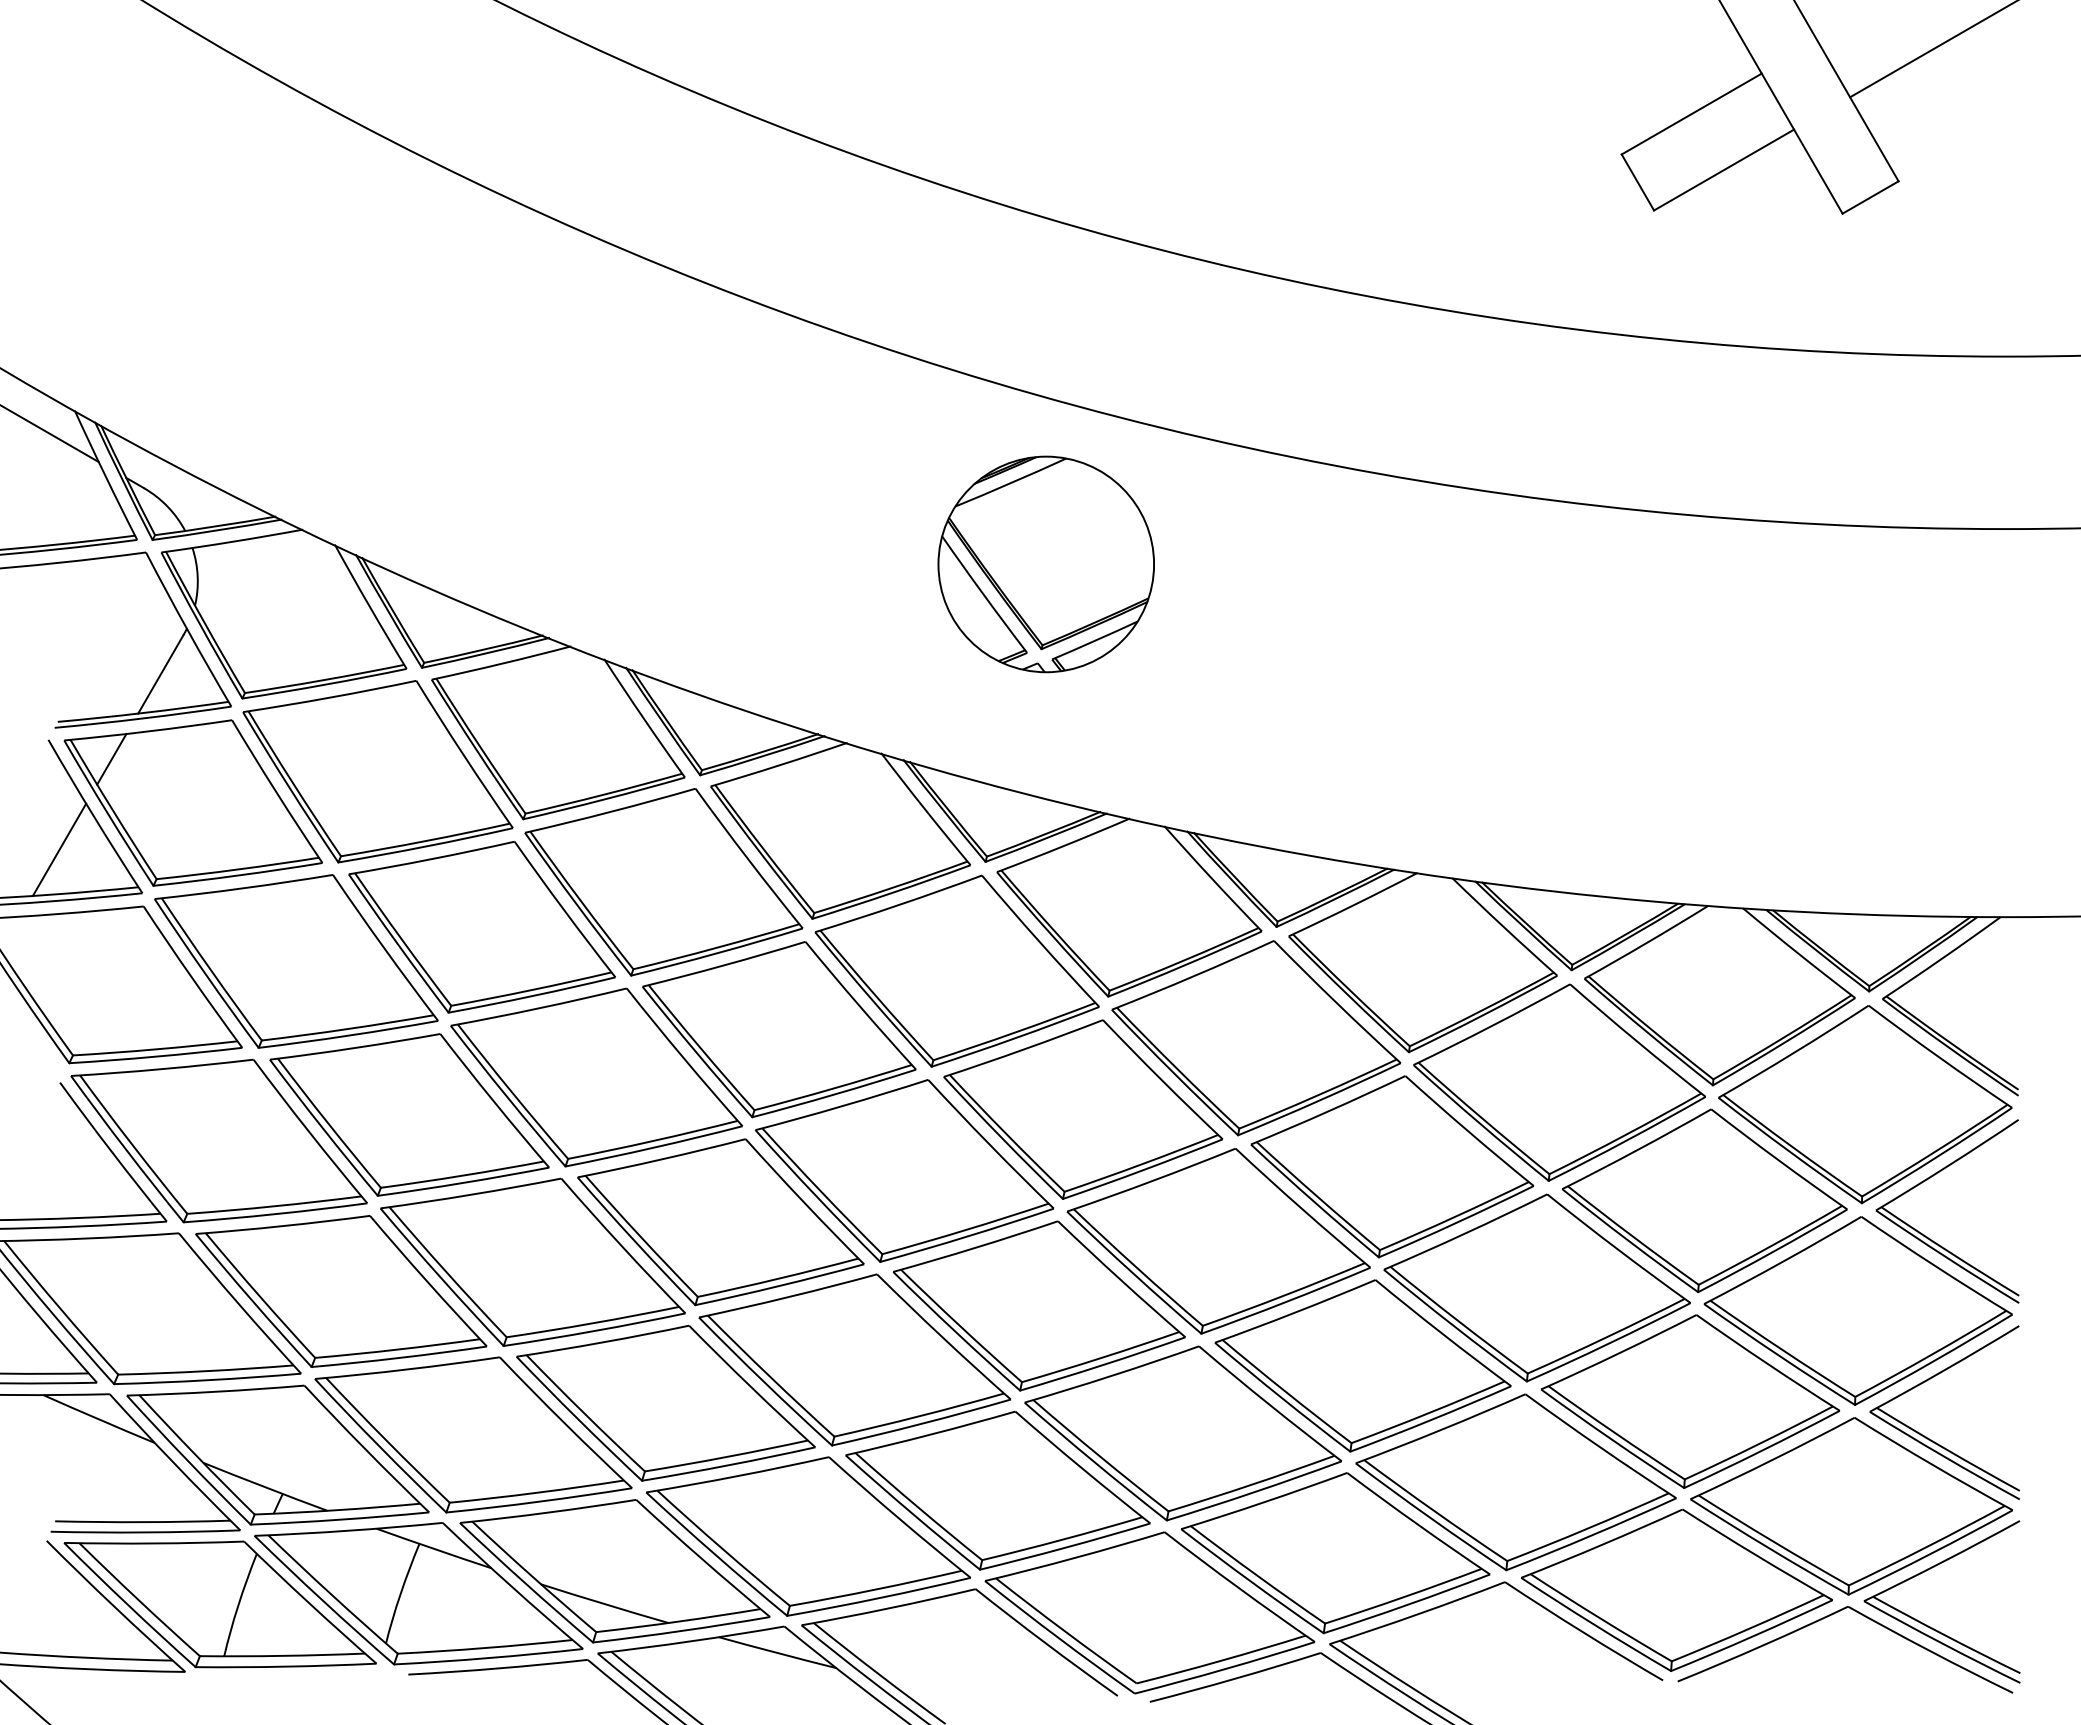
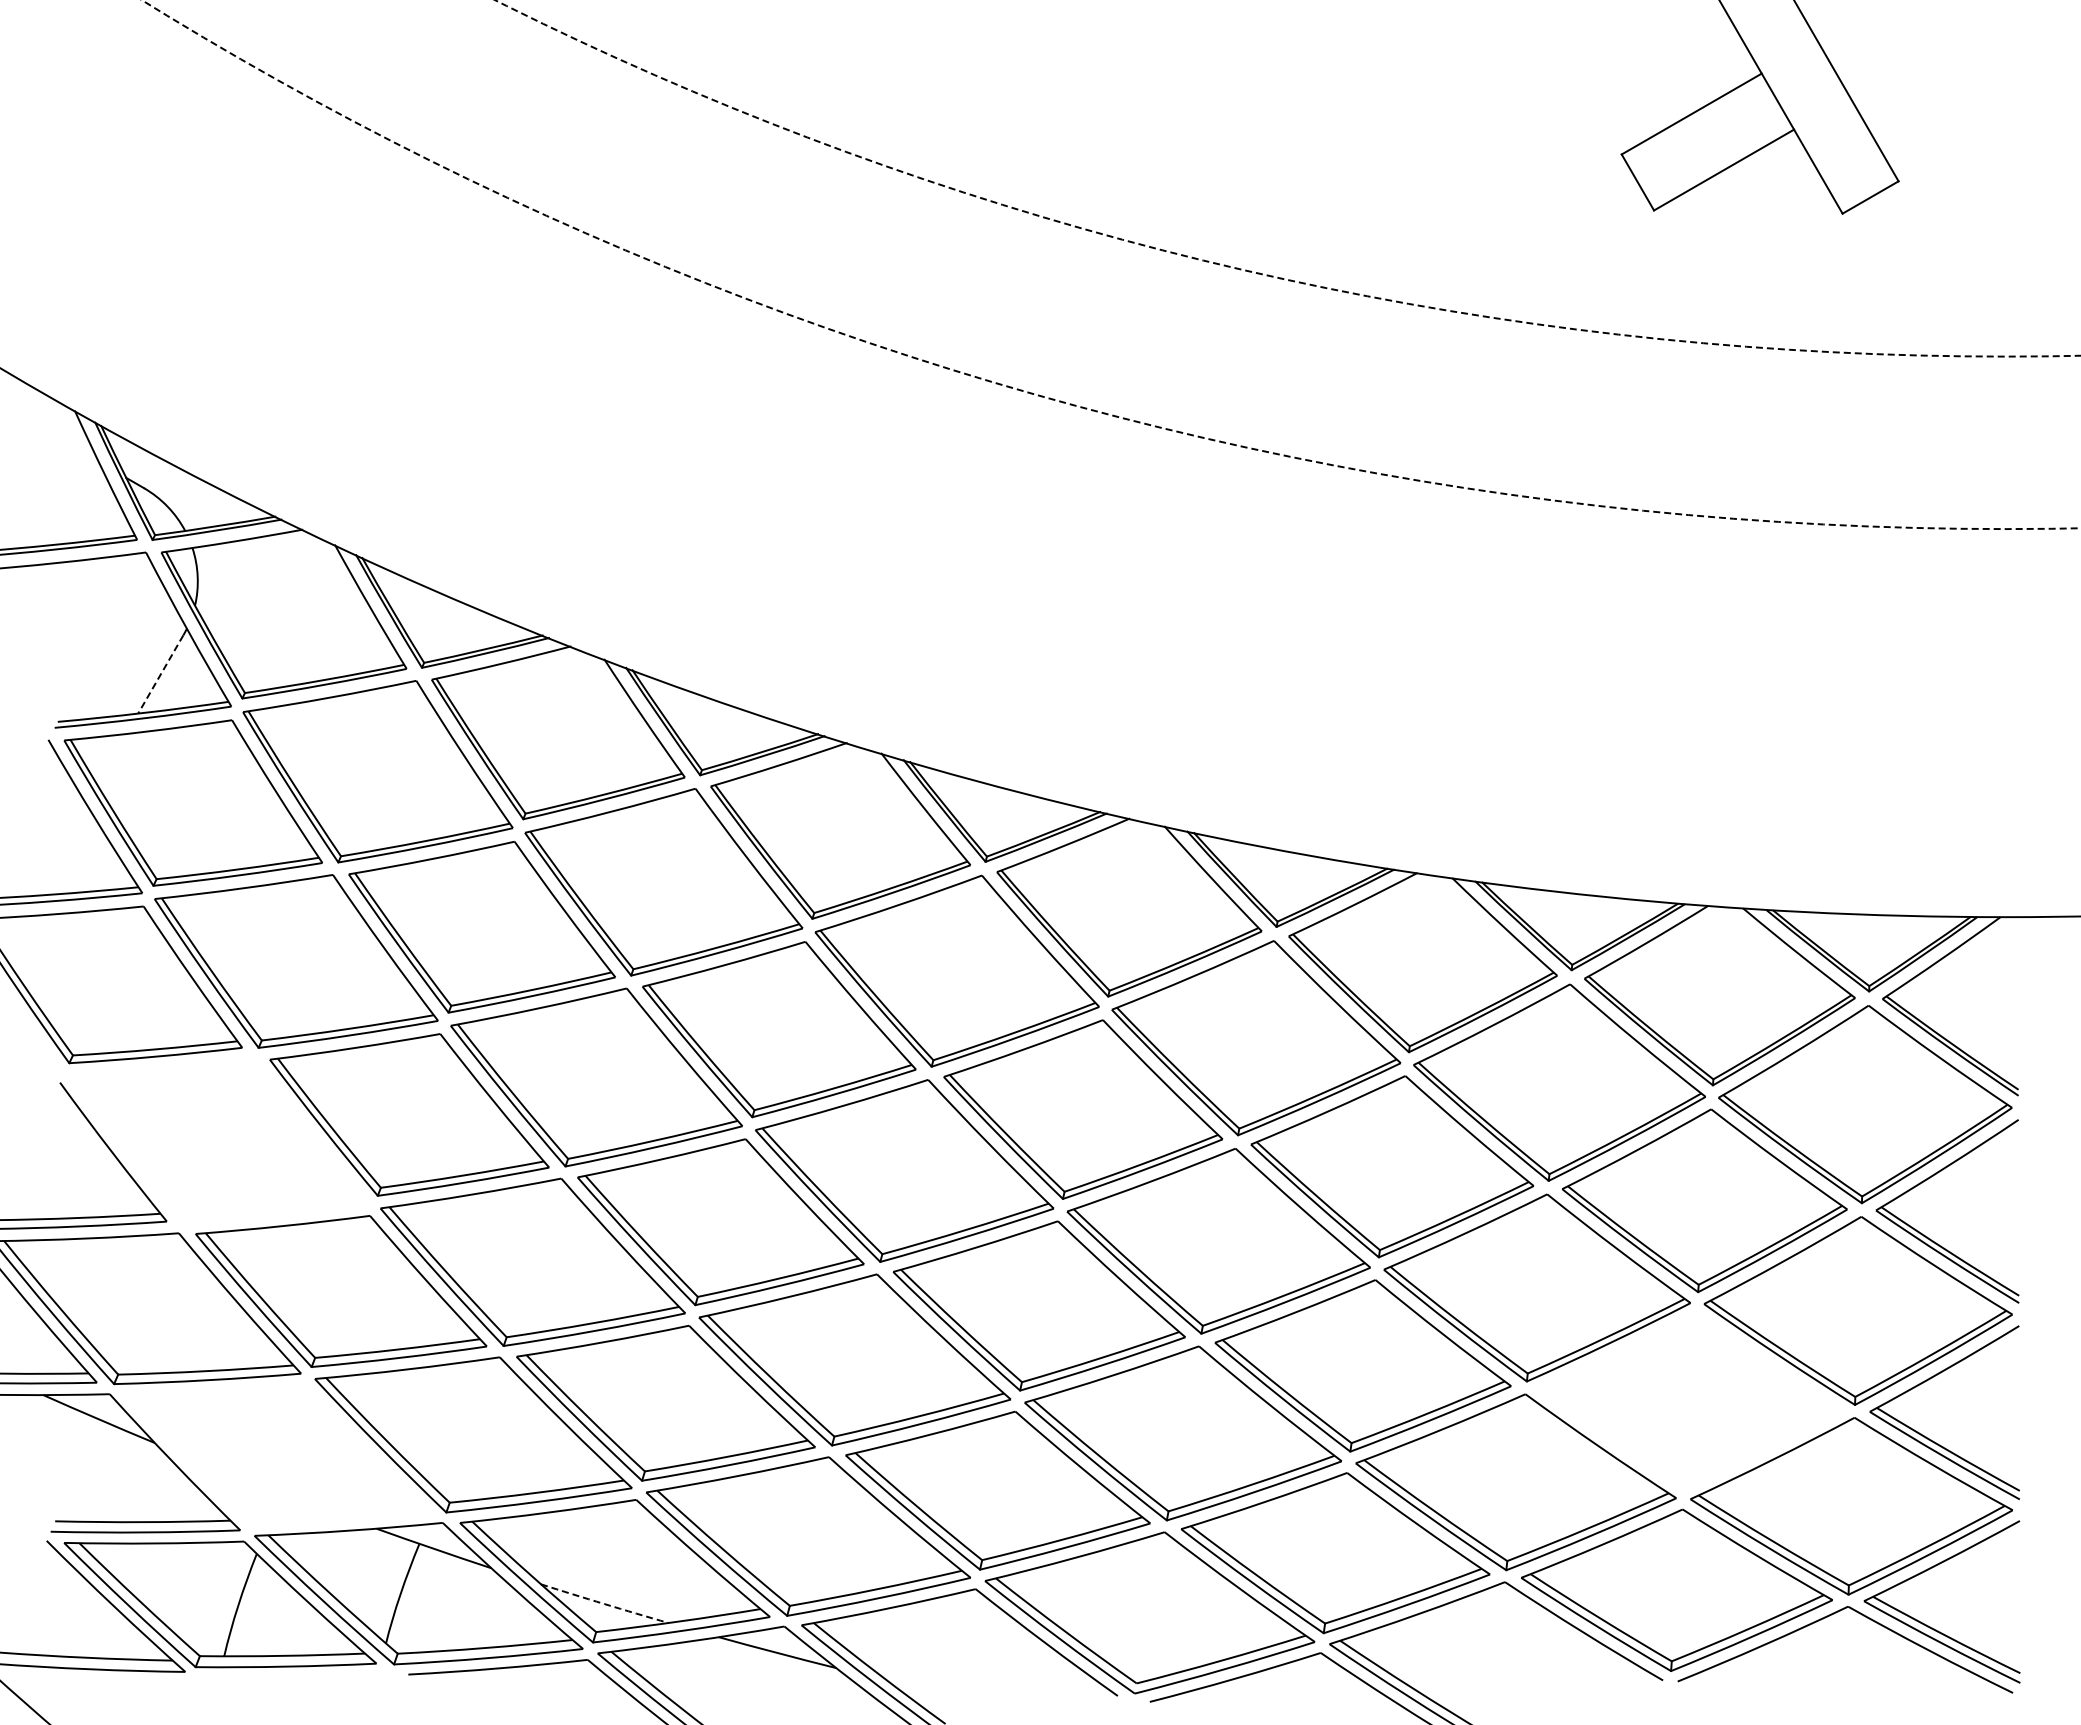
line at (1932, 49): present -> none
circle at (1287, 178): solid -> dashed
circle at (1110, 264): solid -> dashed
line at (50, 434): present -> none
part at (1045, 564): present -> none
line at (160, 674): solid -> dashed
line at (111, 759): present -> none
line at (59, 849): present -> none
part at (218, 1140): present -> none
part at (1689, 1401): present -> none
part at (277, 1454): present -> none
arc at (604, 1604): solid -> dashed
